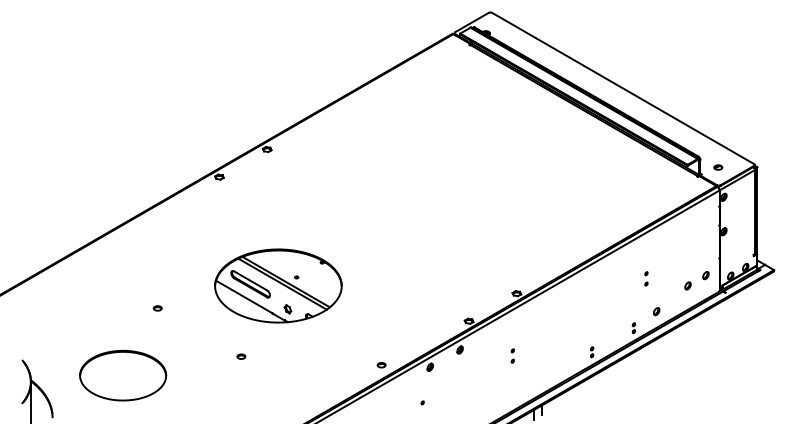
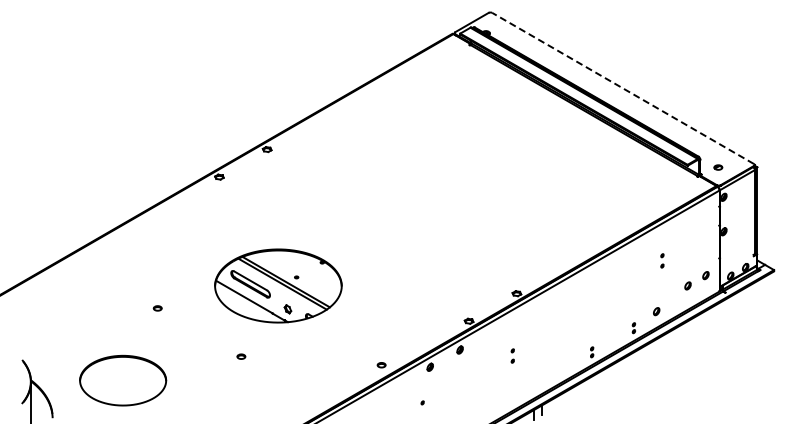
line at (622, 88): solid -> dashed
part at (646, 278) position: (646, 278) -> (662, 260)
part at (123, 375) position: (123, 375) -> (123, 380)
